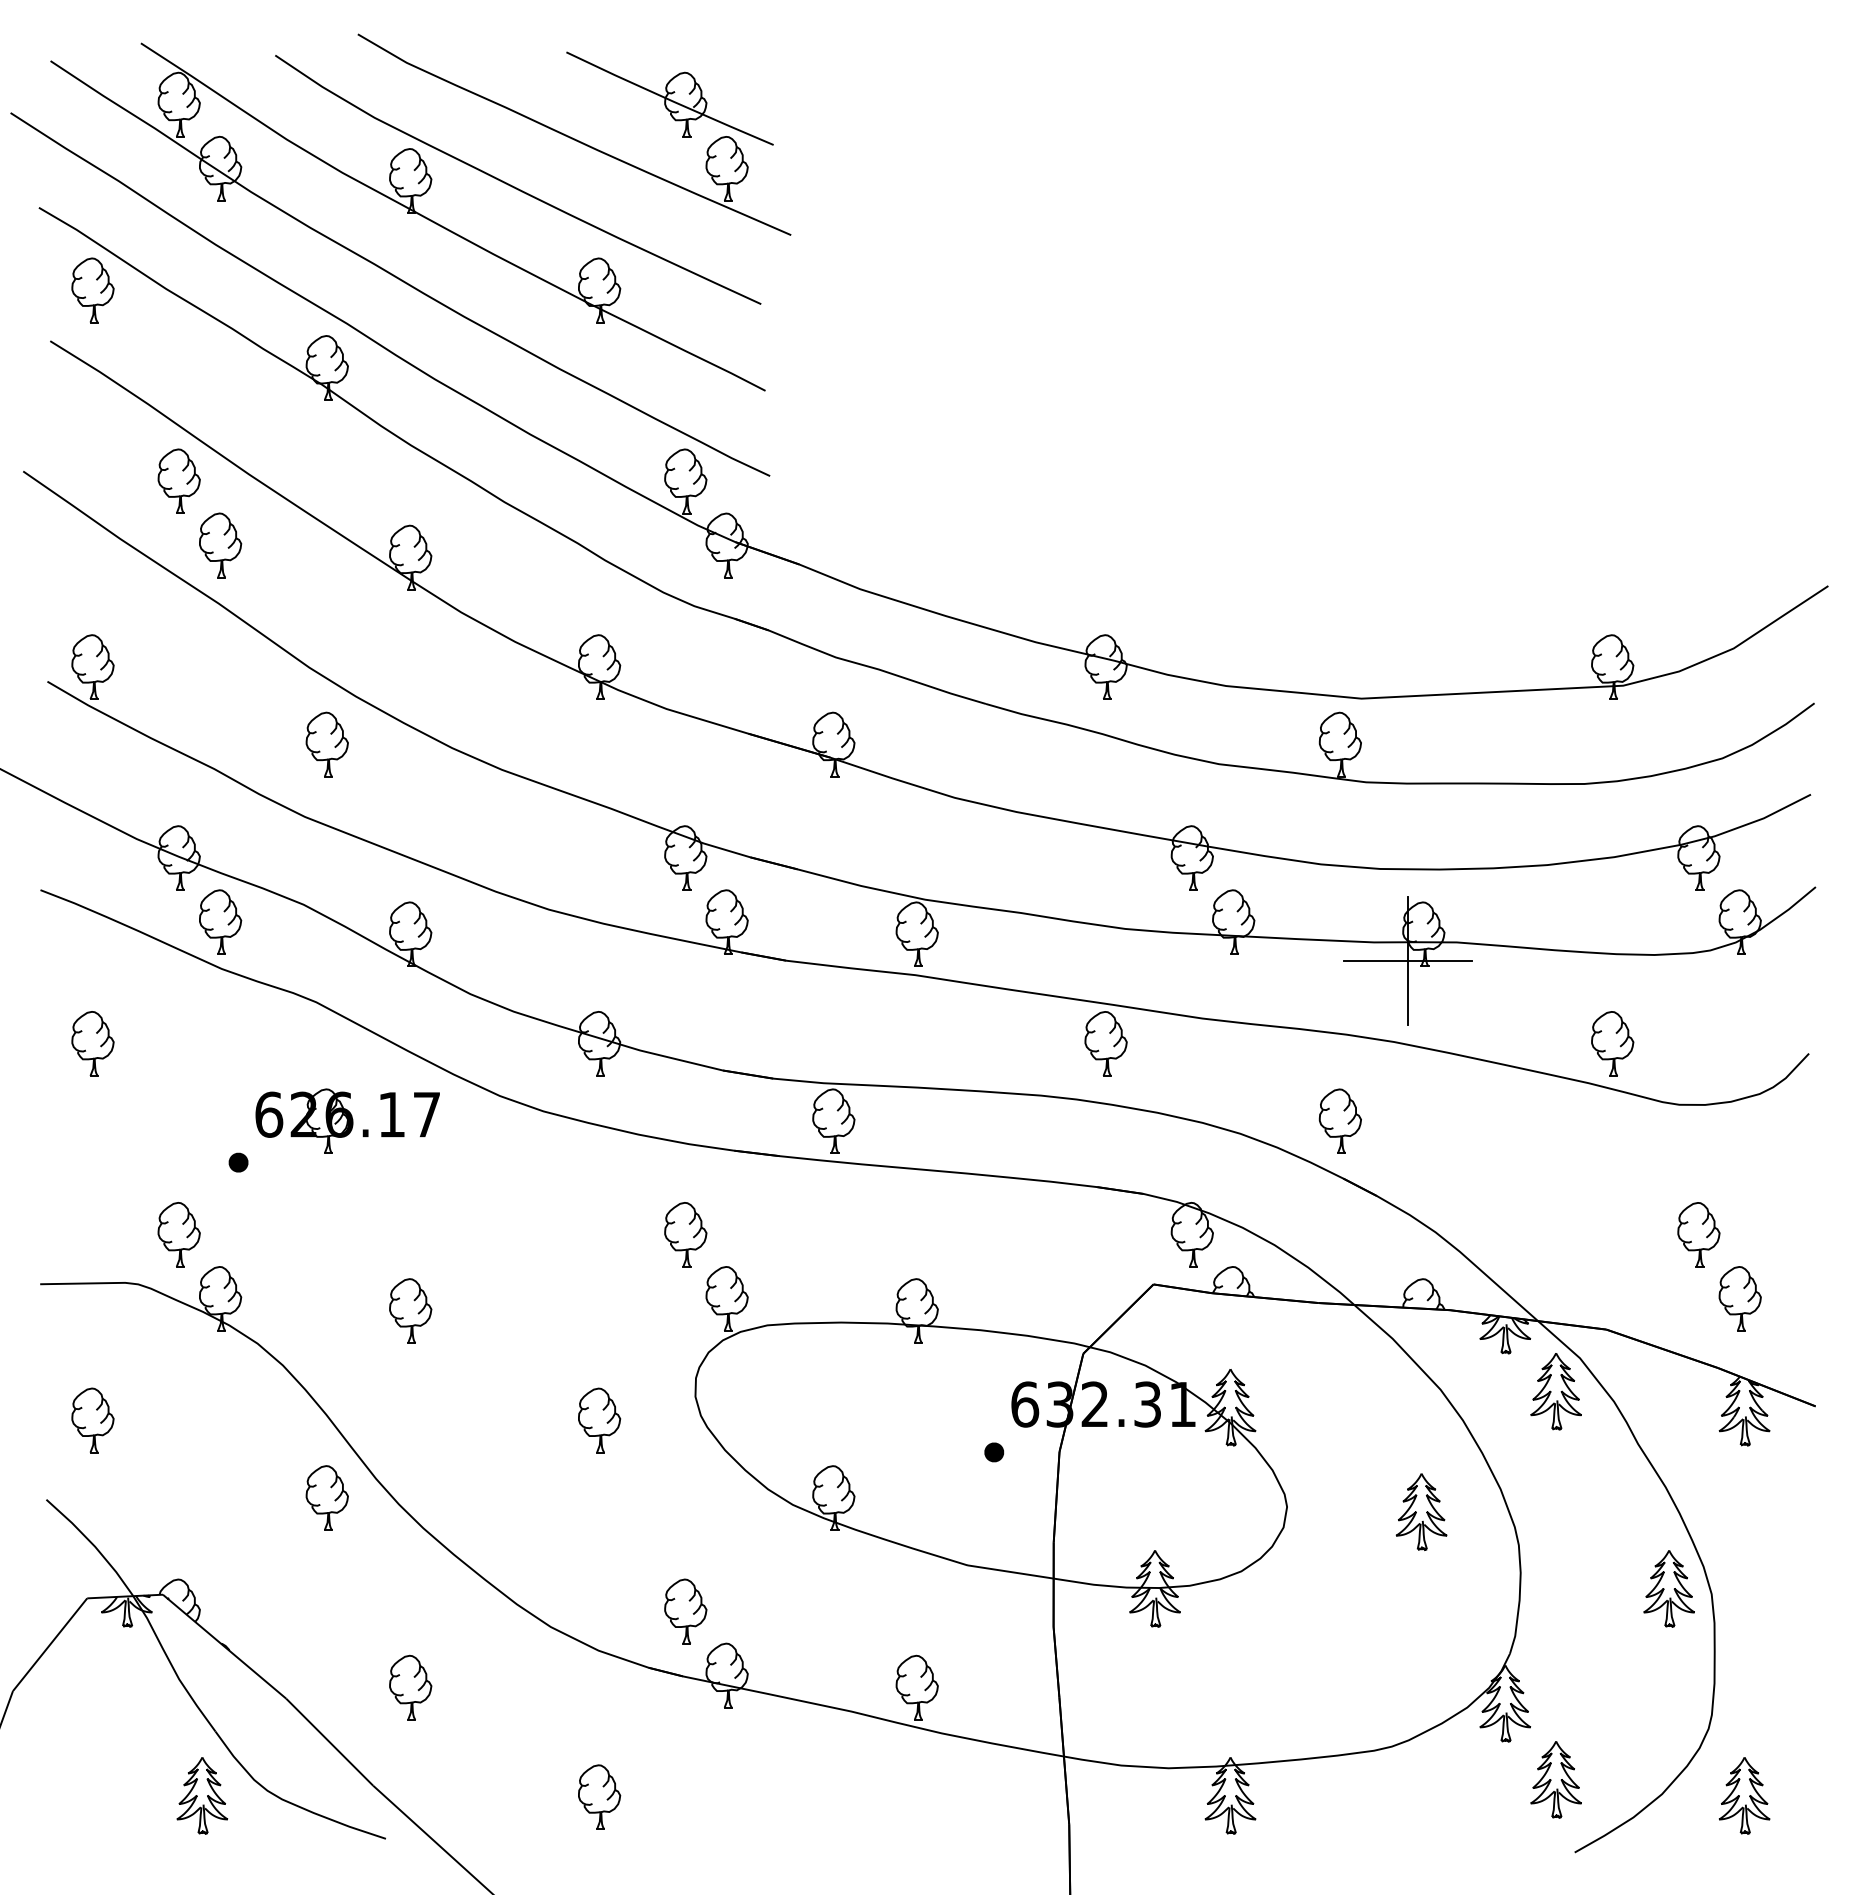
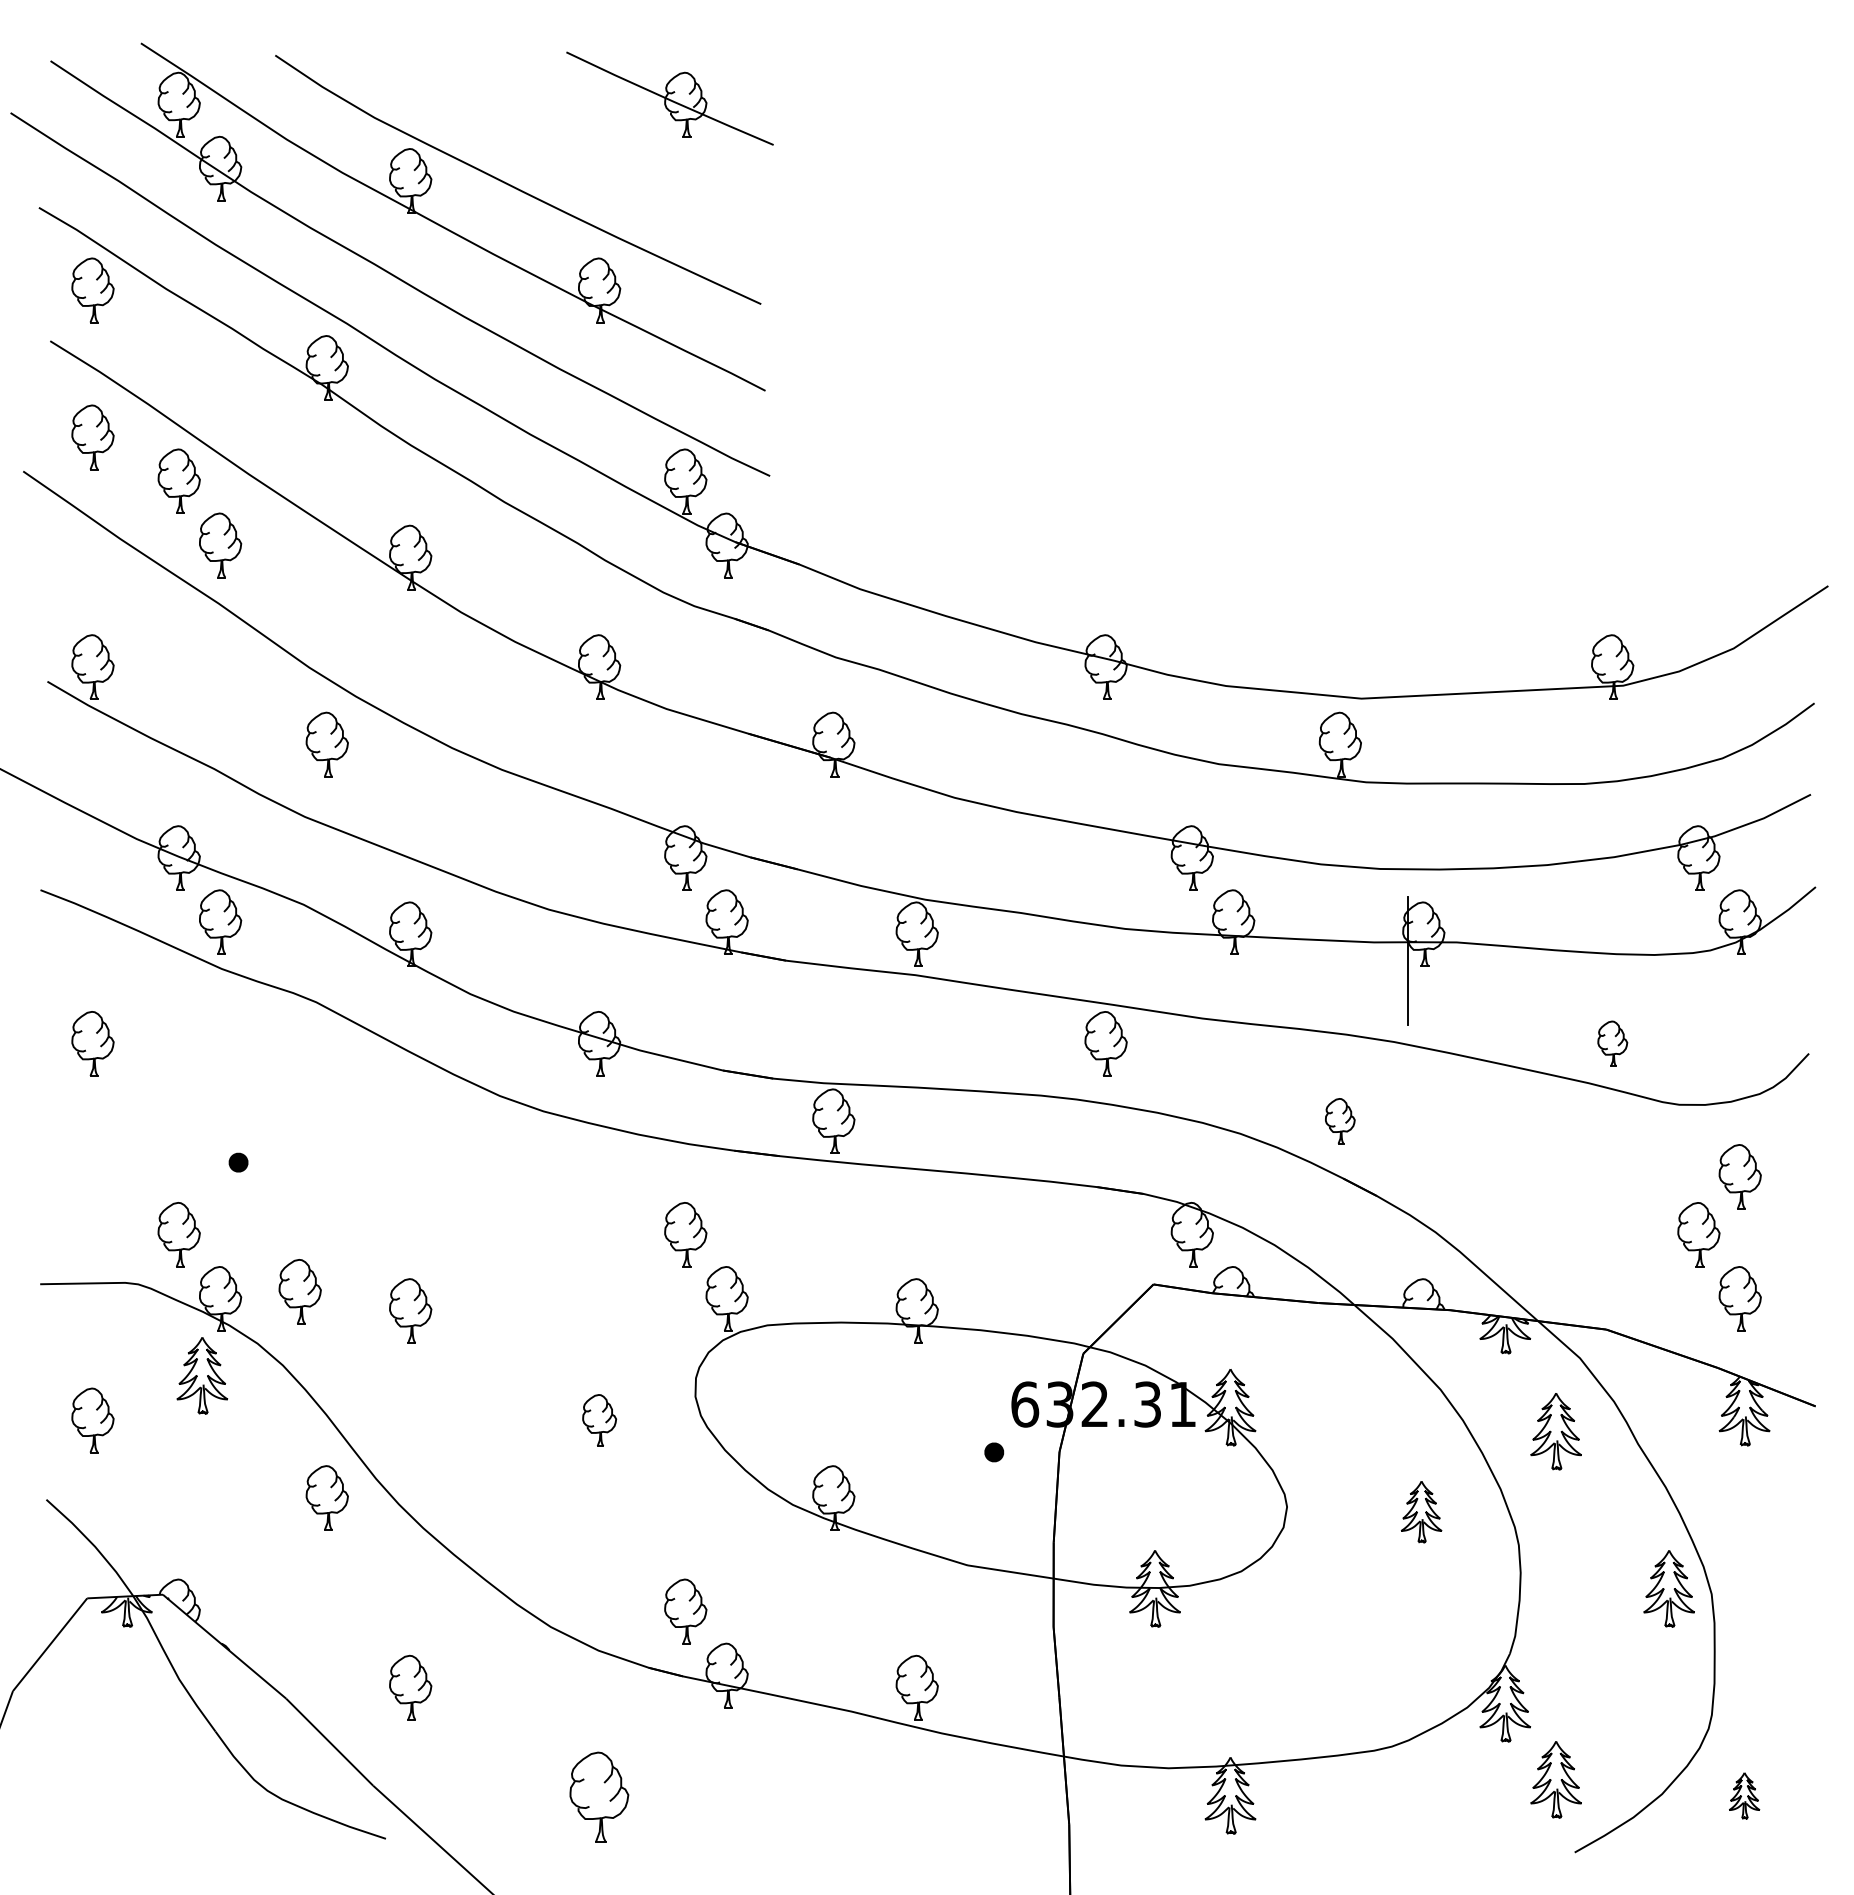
part at (574, 134): present -> none
part at (92, 437): none -> present
line at (1408, 961): present -> none
part at (1612, 1043) size: 44x66 px -> 32x47 px
part at (347, 1120): present -> none
part at (1339, 1120) size: 44x66 px -> 31x47 px
part at (1739, 1176): none -> present
part at (299, 1291): none -> present
part at (1555, 1391) position: (1555, 1391) -> (1555, 1431)
part at (599, 1420) size: 44x67 px -> 36x53 px
part at (1421, 1511) size: 53x78 px -> 43x63 px
part at (202, 1795) position: (202, 1795) -> (202, 1375)
part at (1744, 1795) size: 53x78 px -> 32x48 px
part at (599, 1796) size: 44x66 px -> 61x92 px
